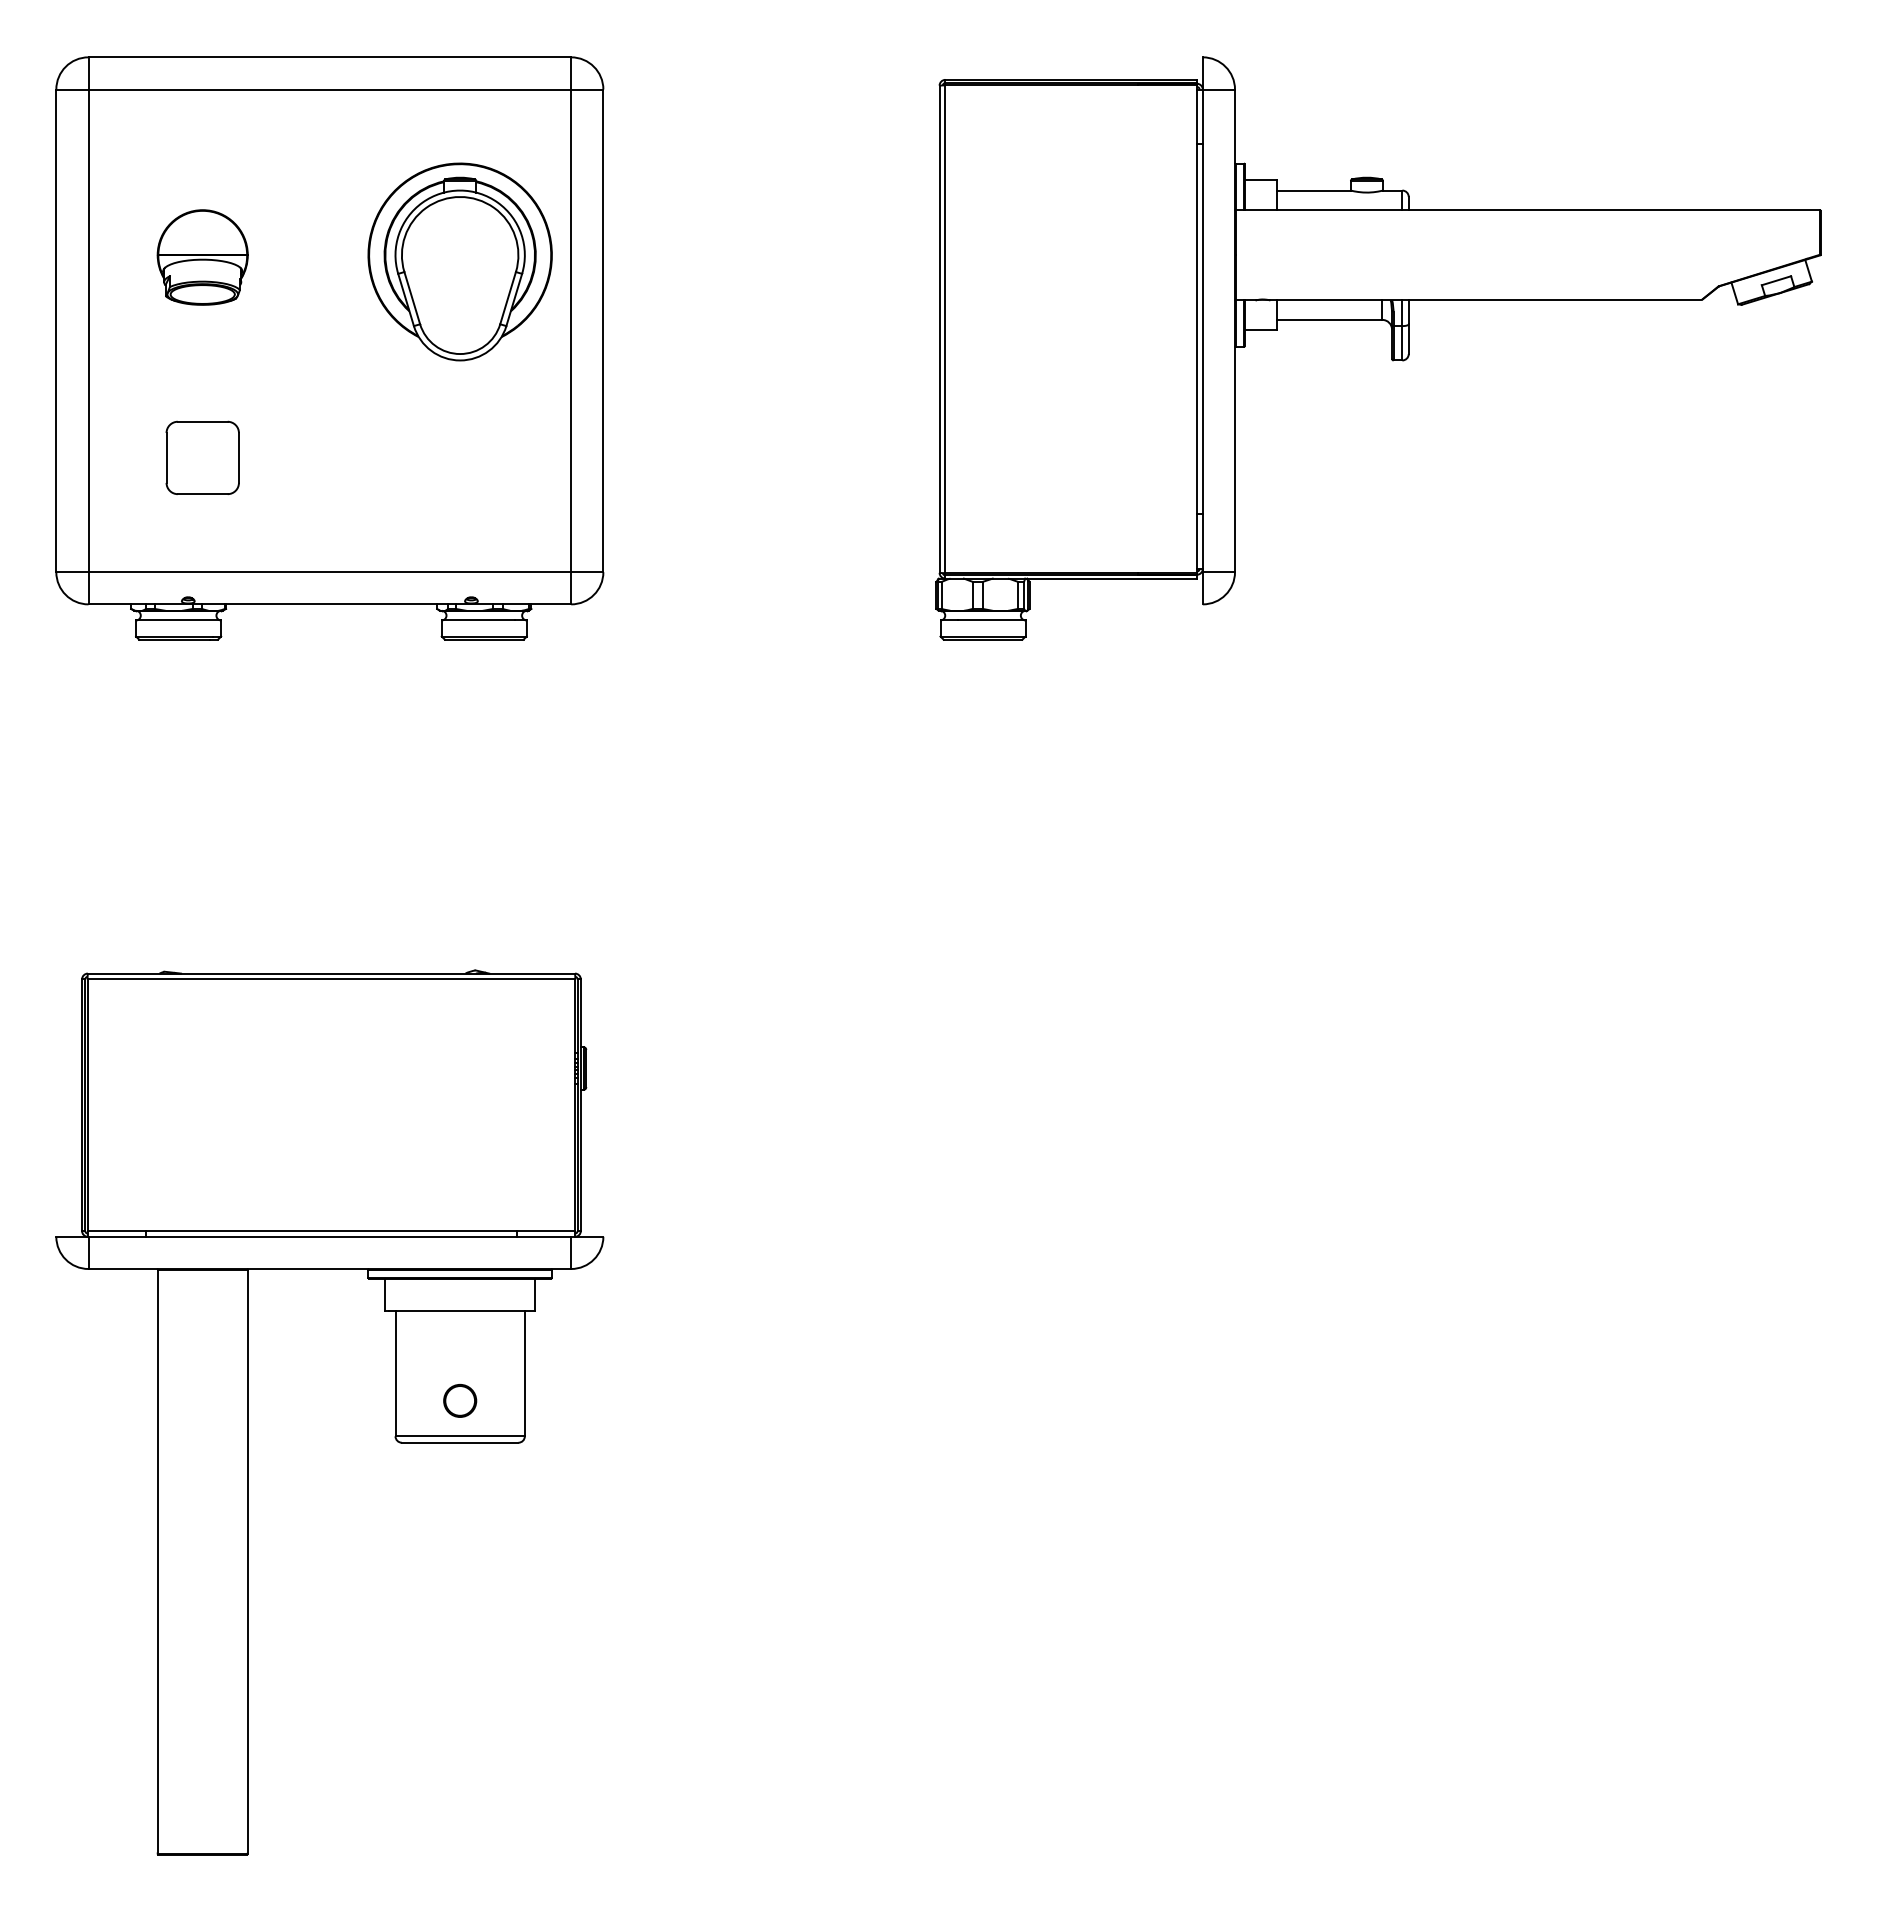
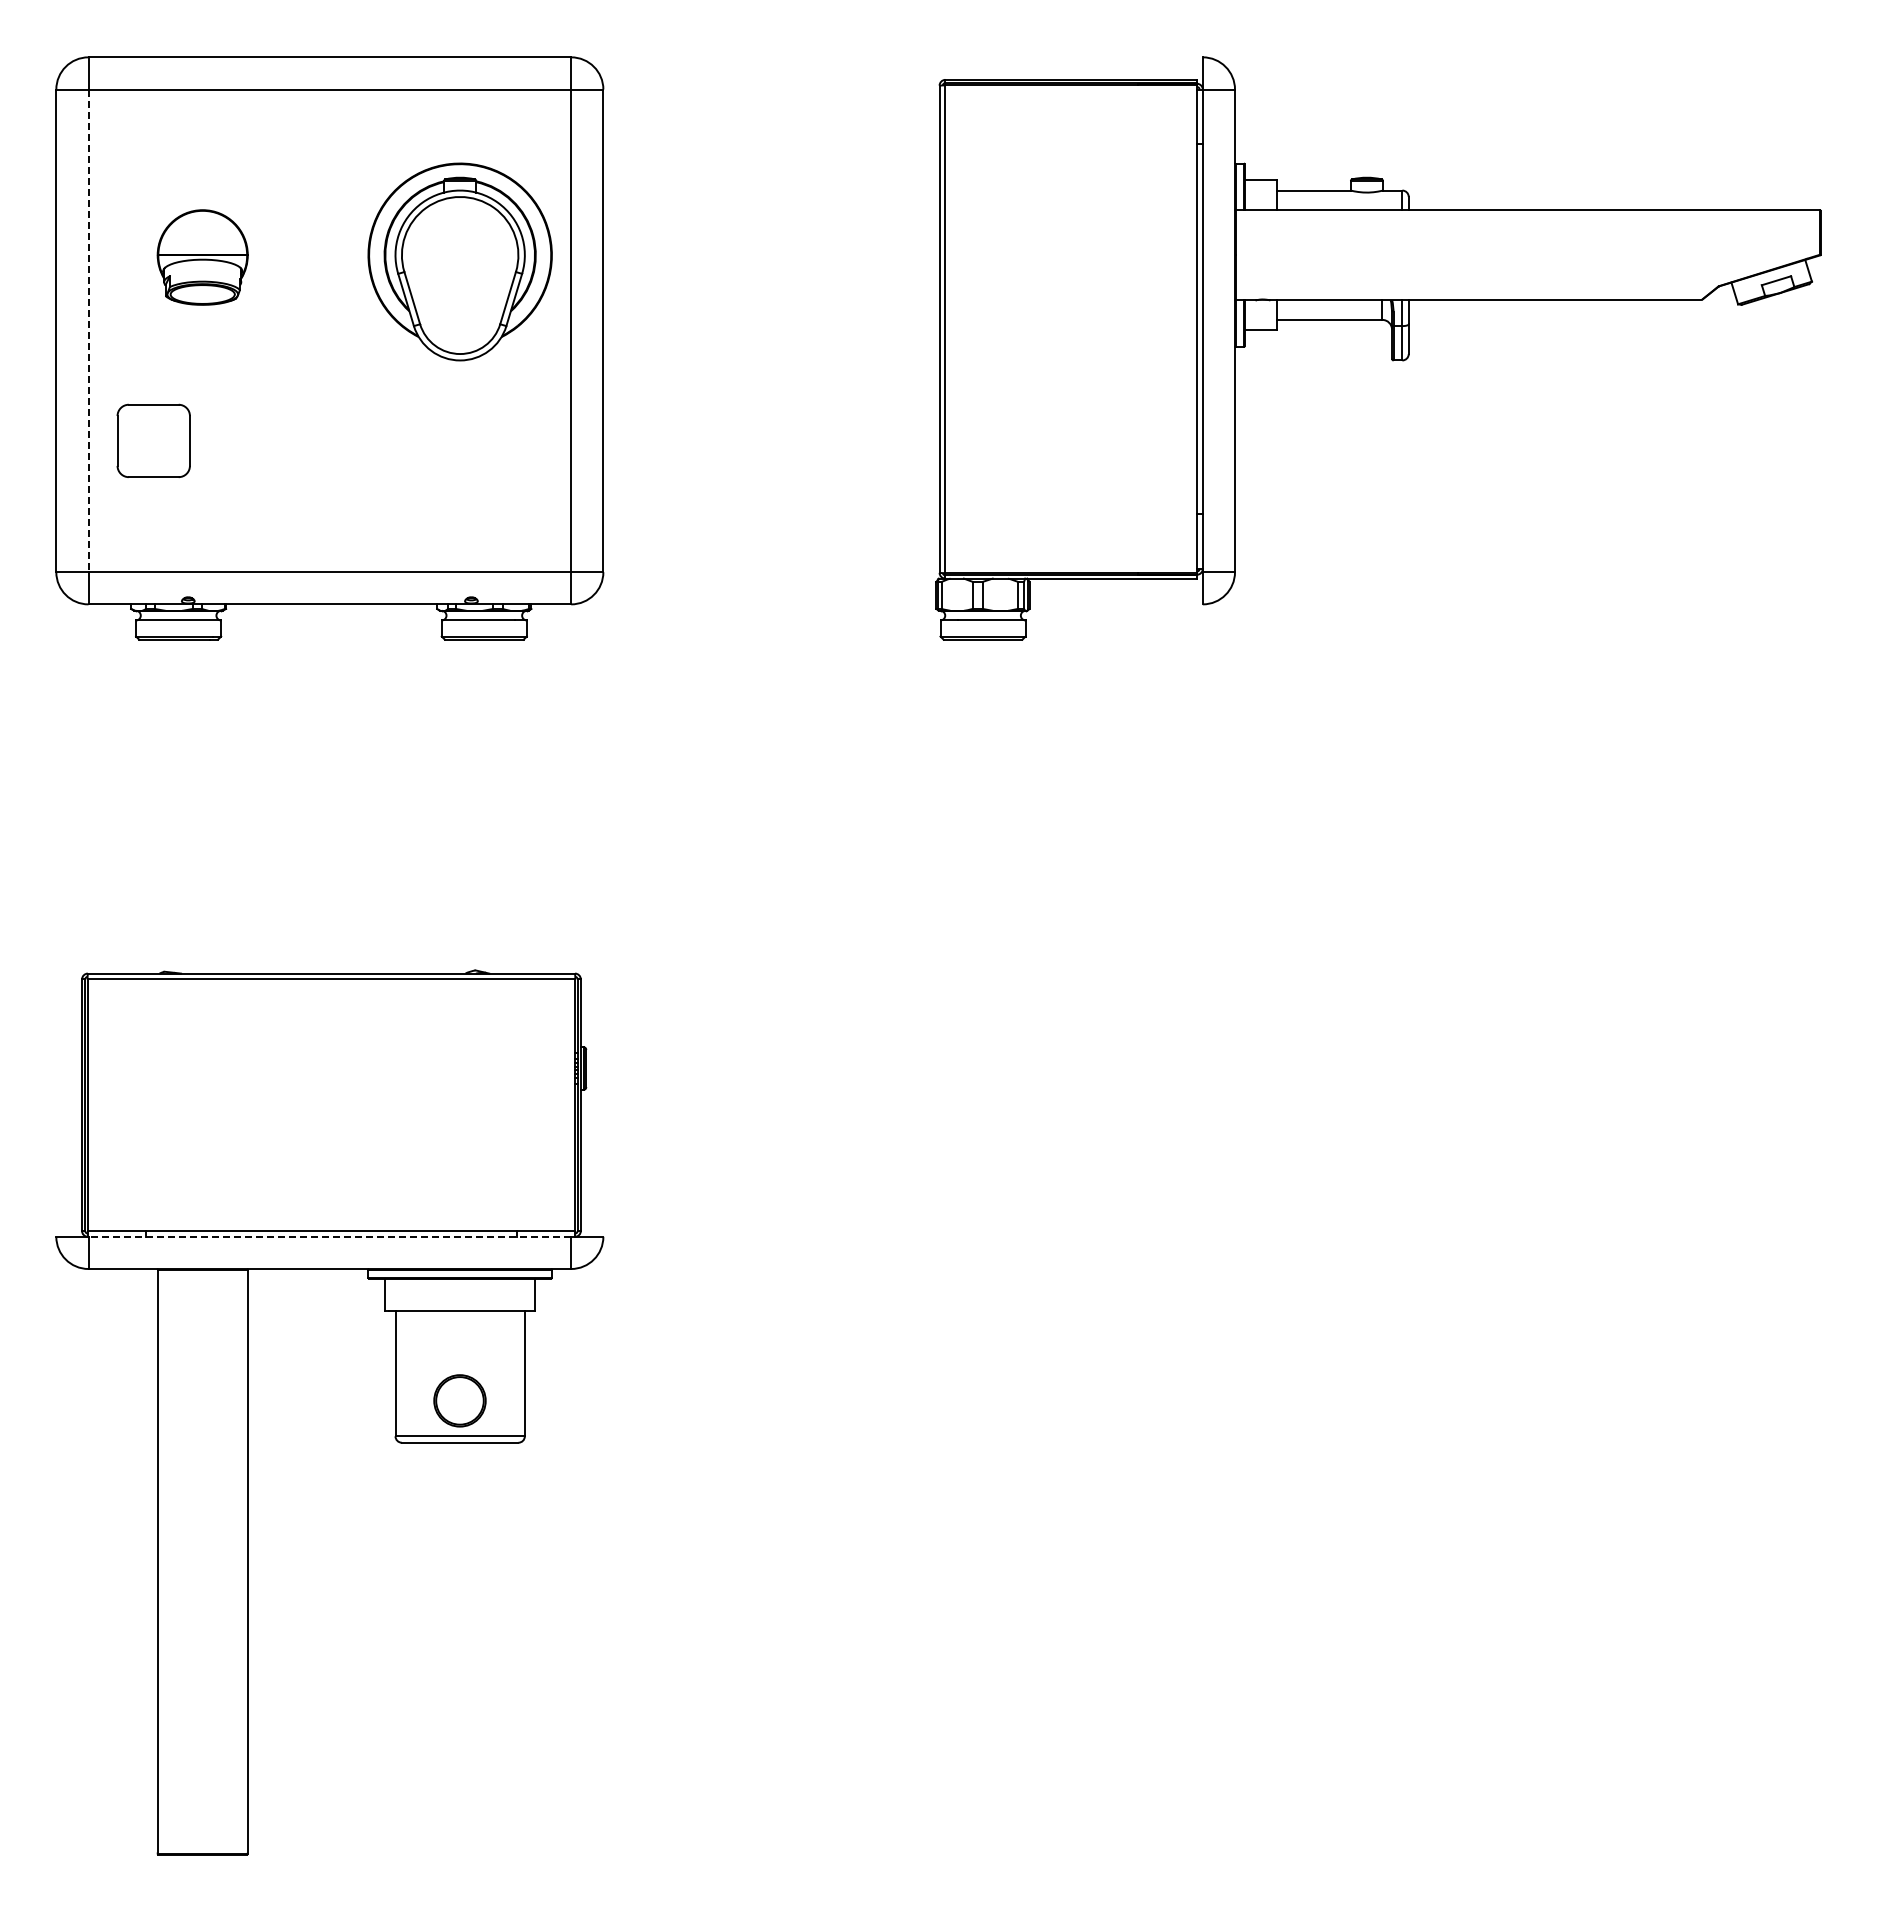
line at (88, 331): solid -> dashed
part at (202, 457) position: (202, 457) -> (153, 440)
line at (329, 1236): solid -> dashed
circle at (460, 1400) size: 35x34 px -> 54x54 px
